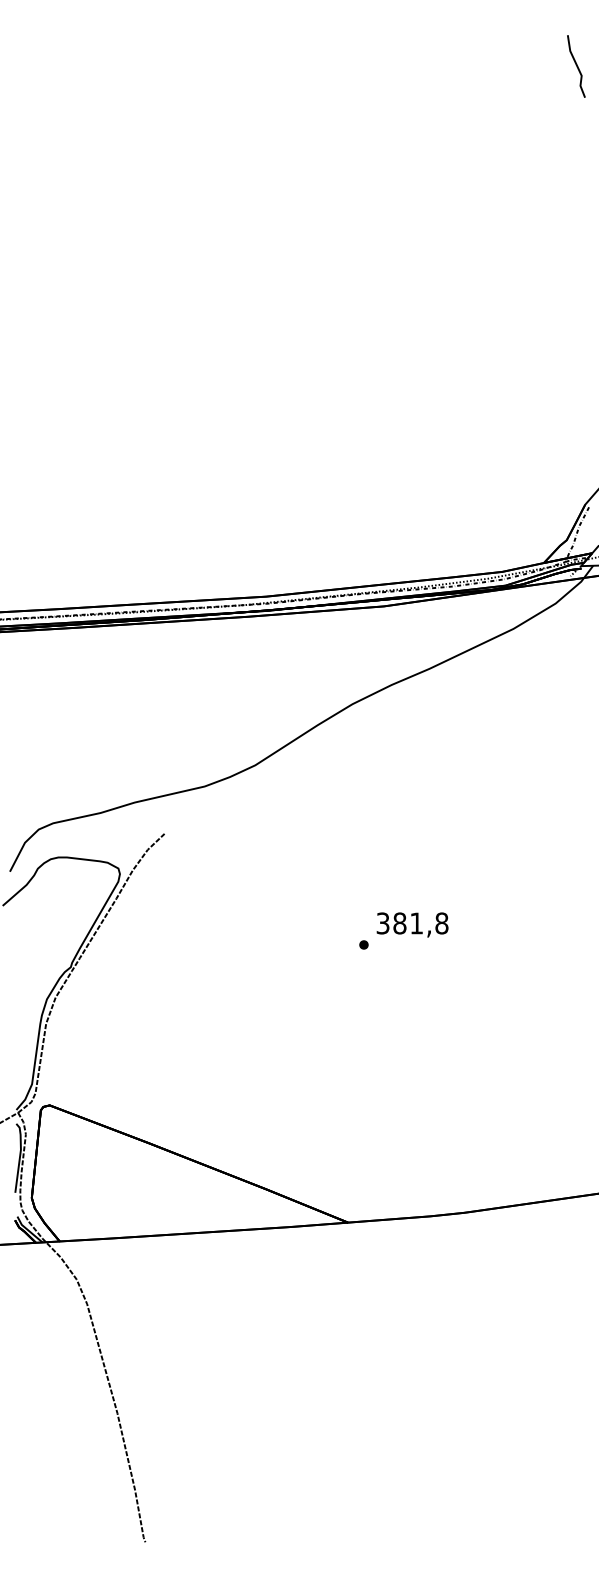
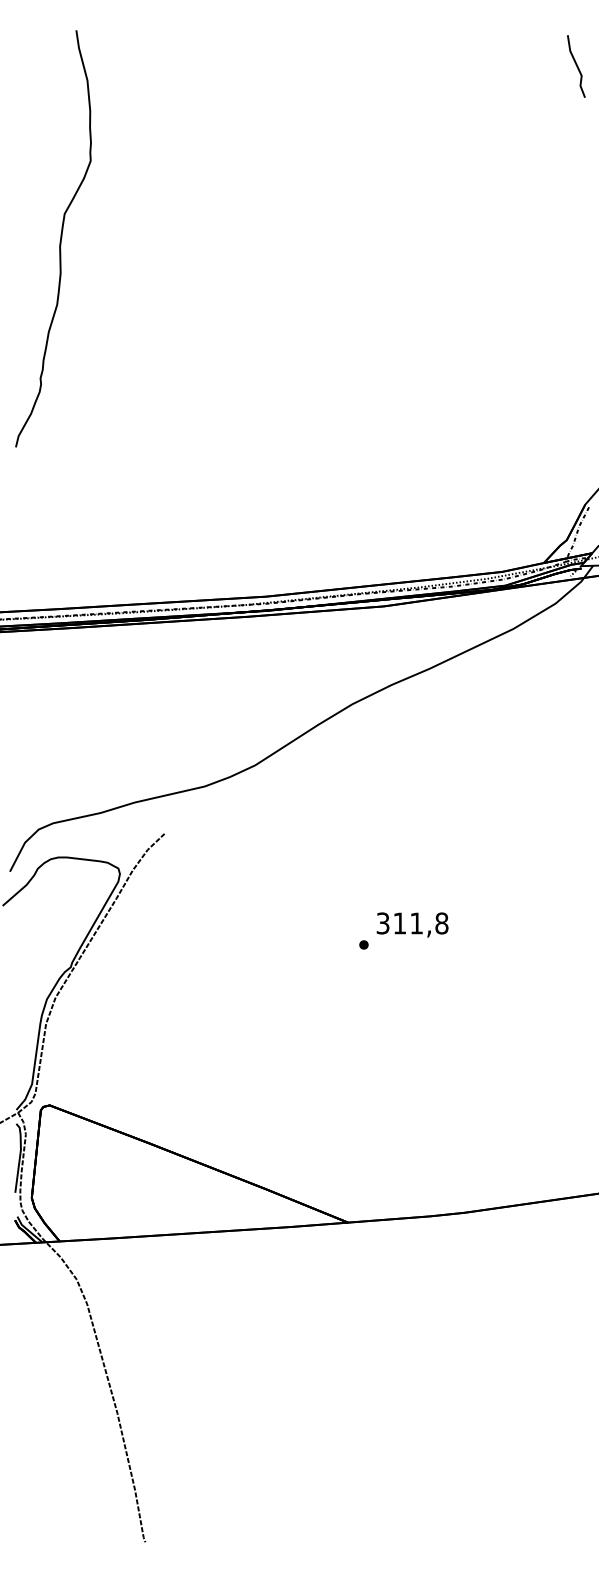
curve at (59, 241): none -> present
text at (399, 923): 381,8 -> 311,8
